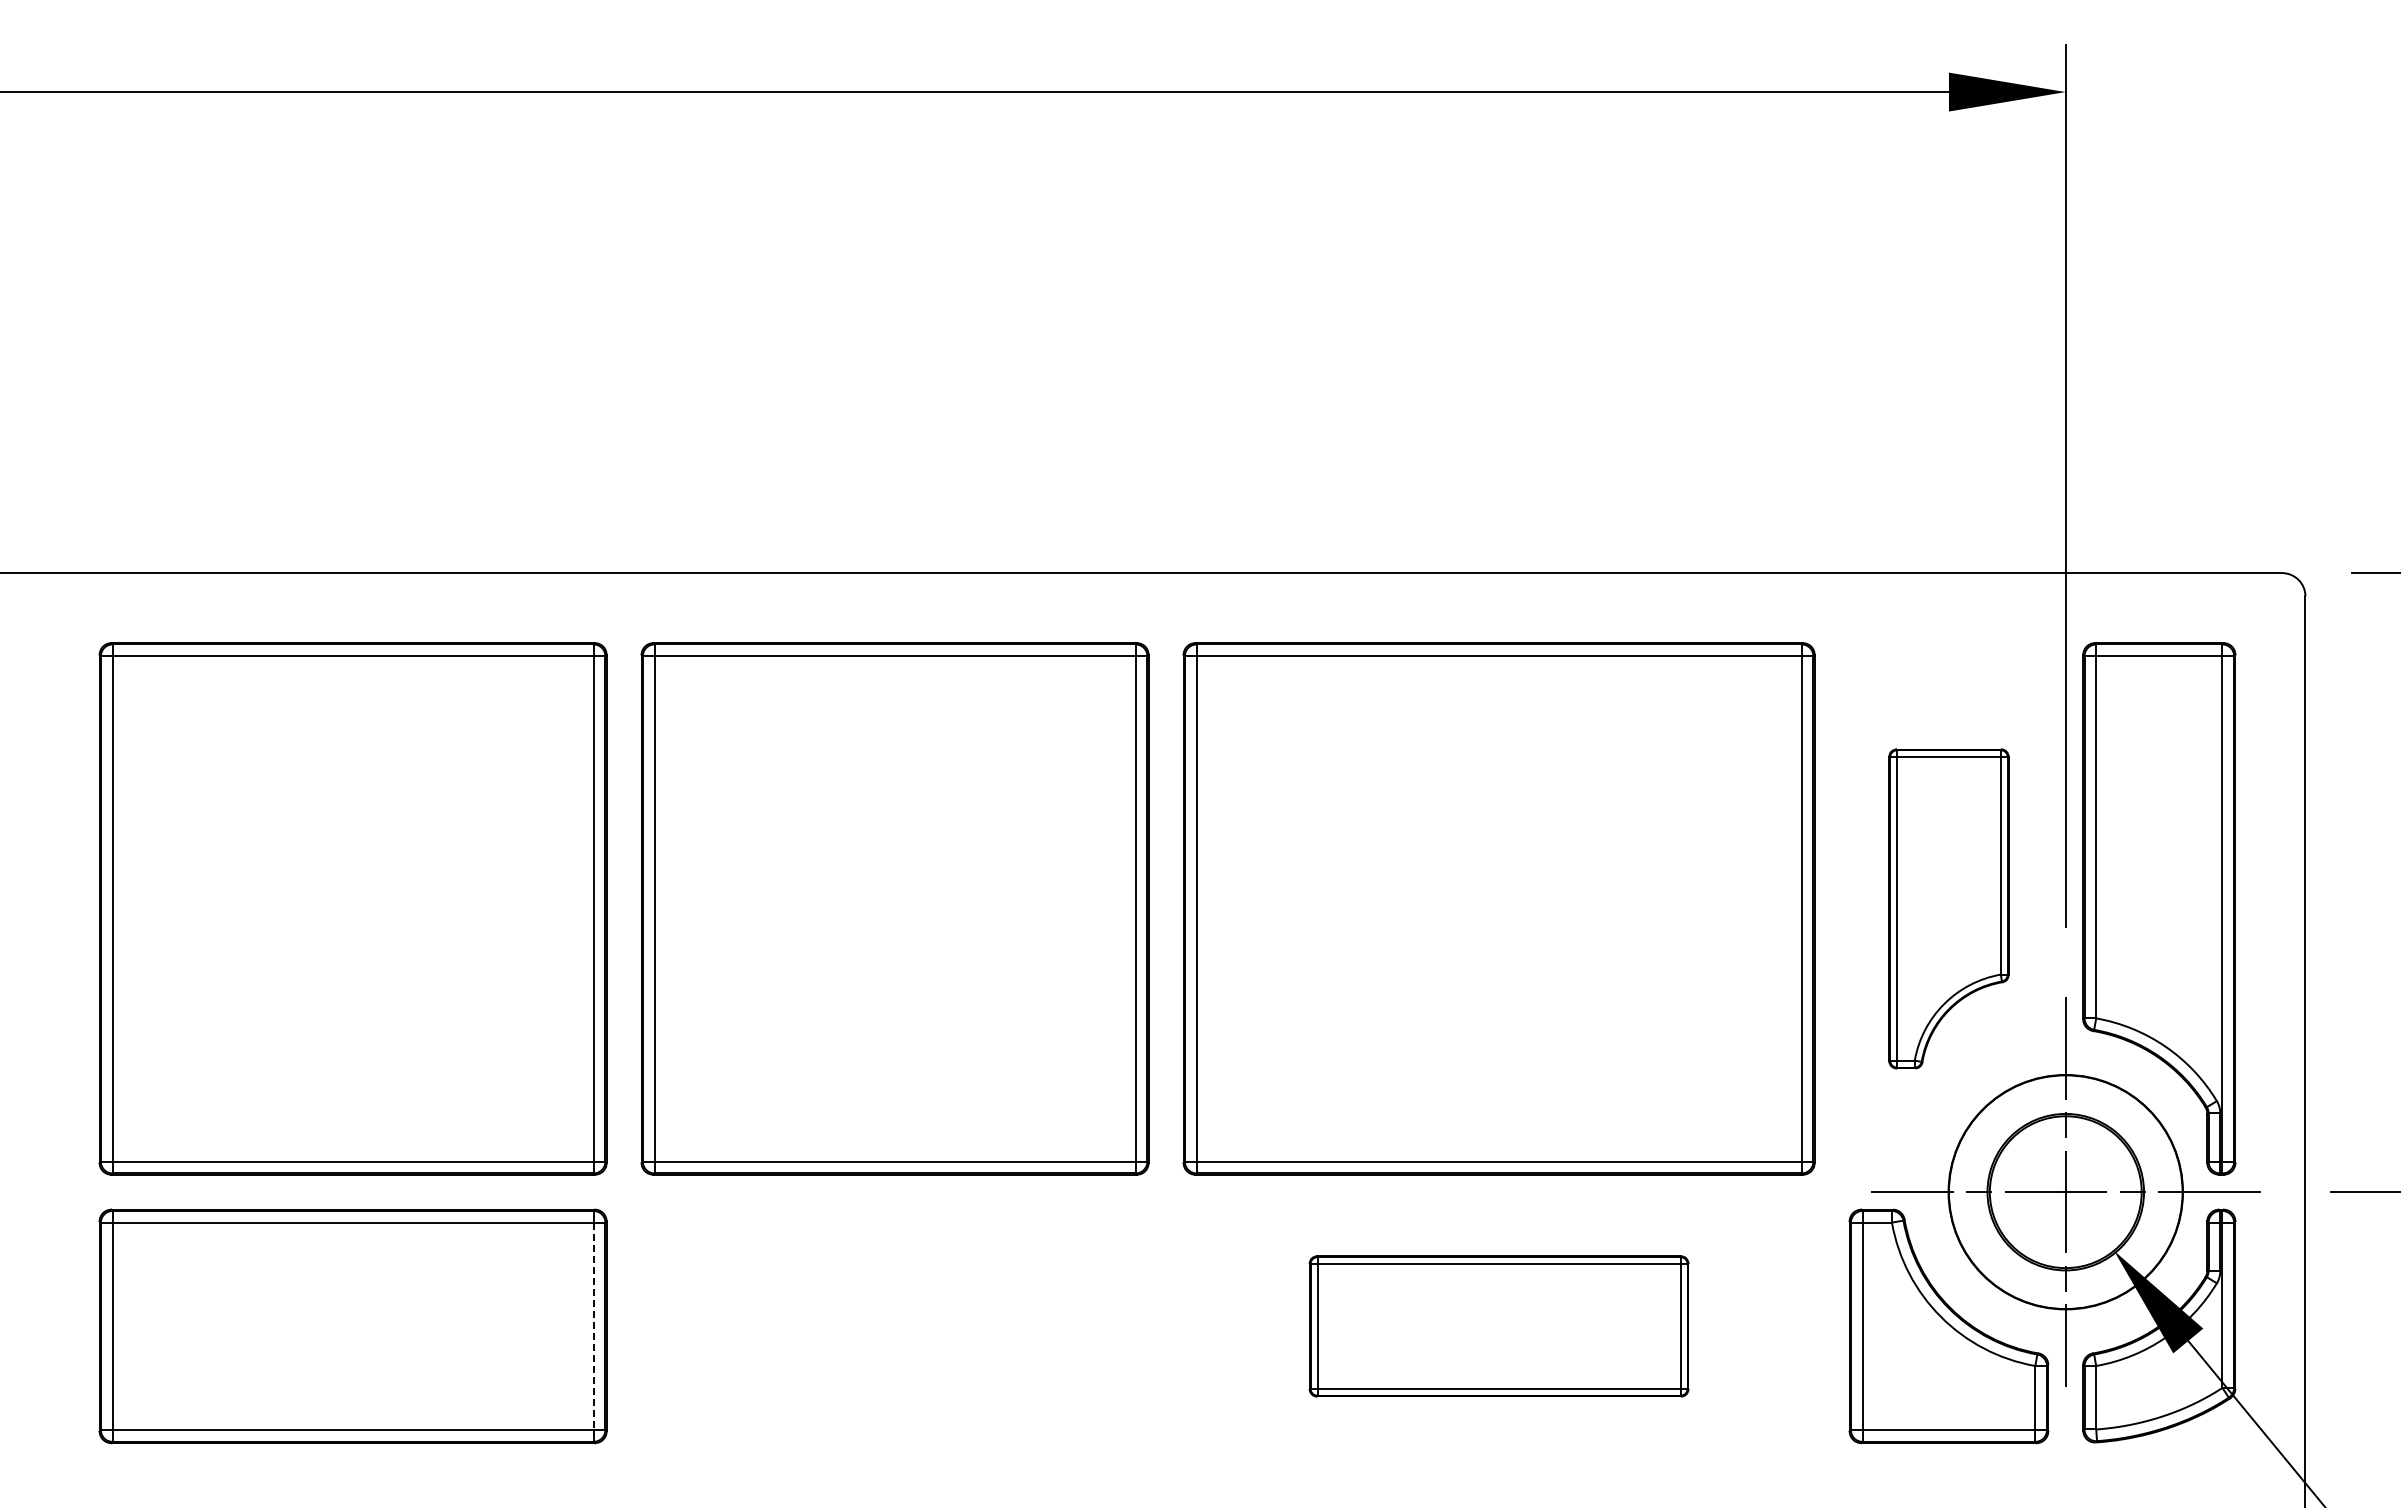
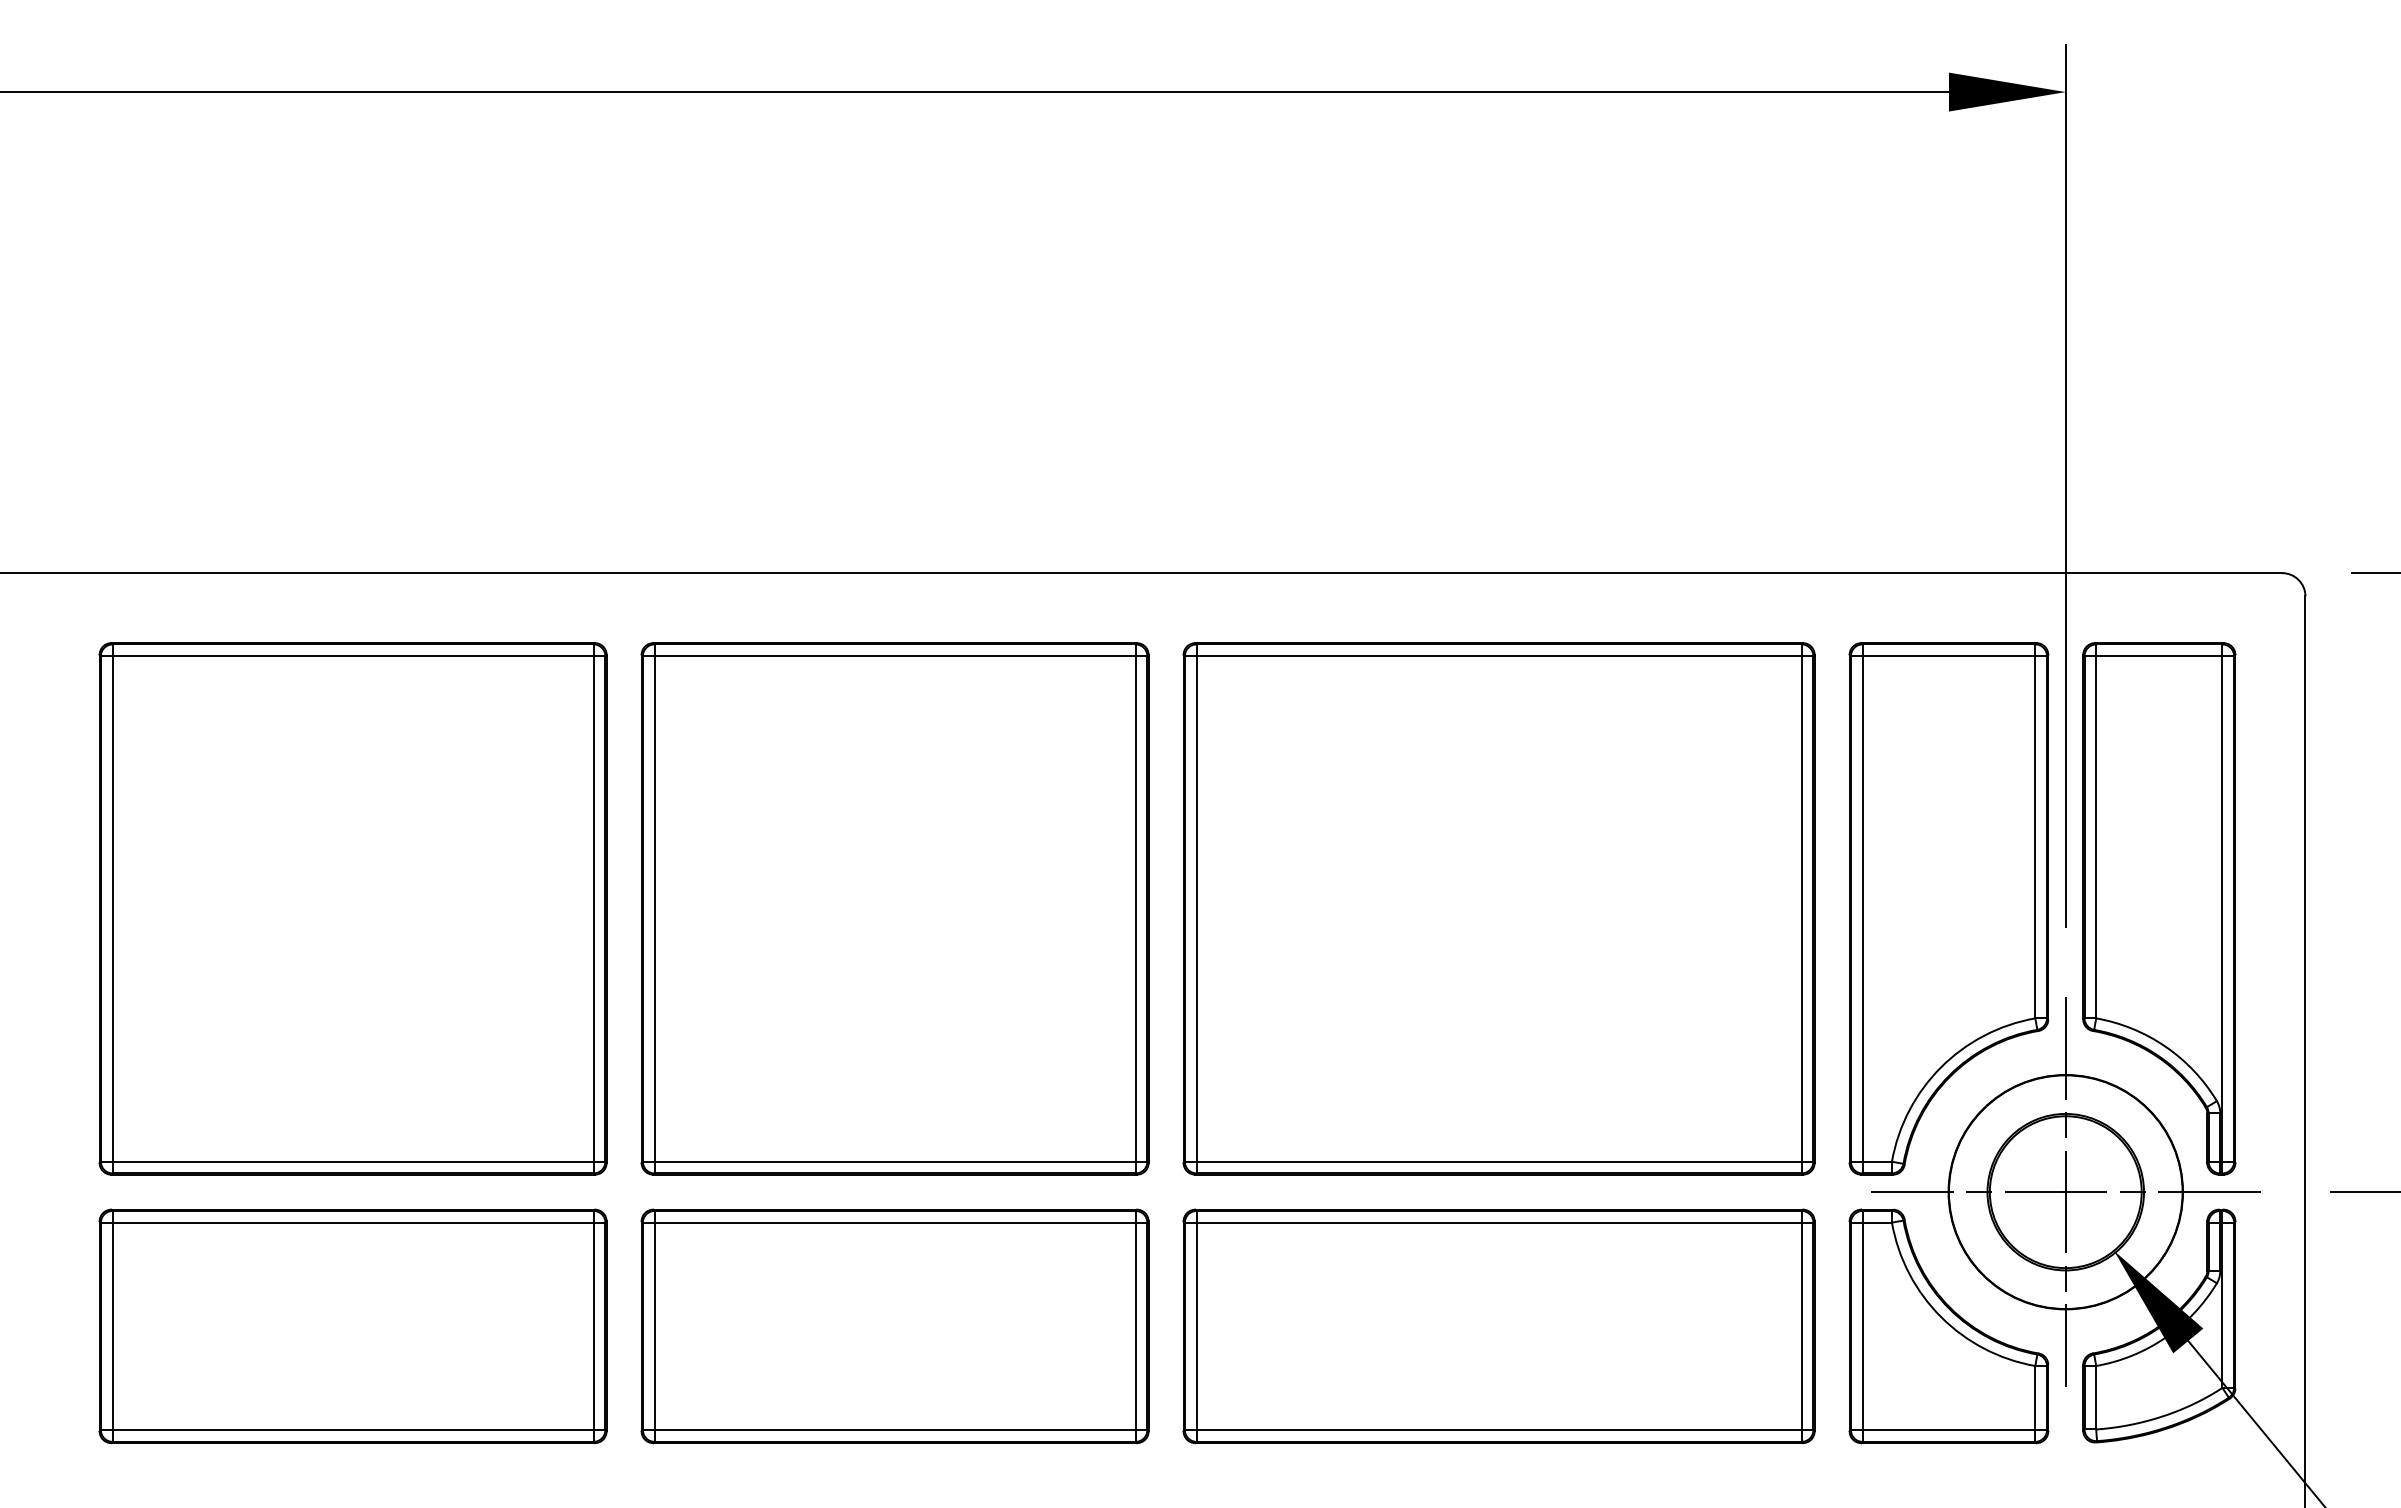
part at (1948, 908) size: 122x322 px -> 202x534 px
line at (593, 1326): dashed -> solid
part at (894, 1326): none -> present
part at (1498, 1326) size: 382x143 px -> 634x237 px
